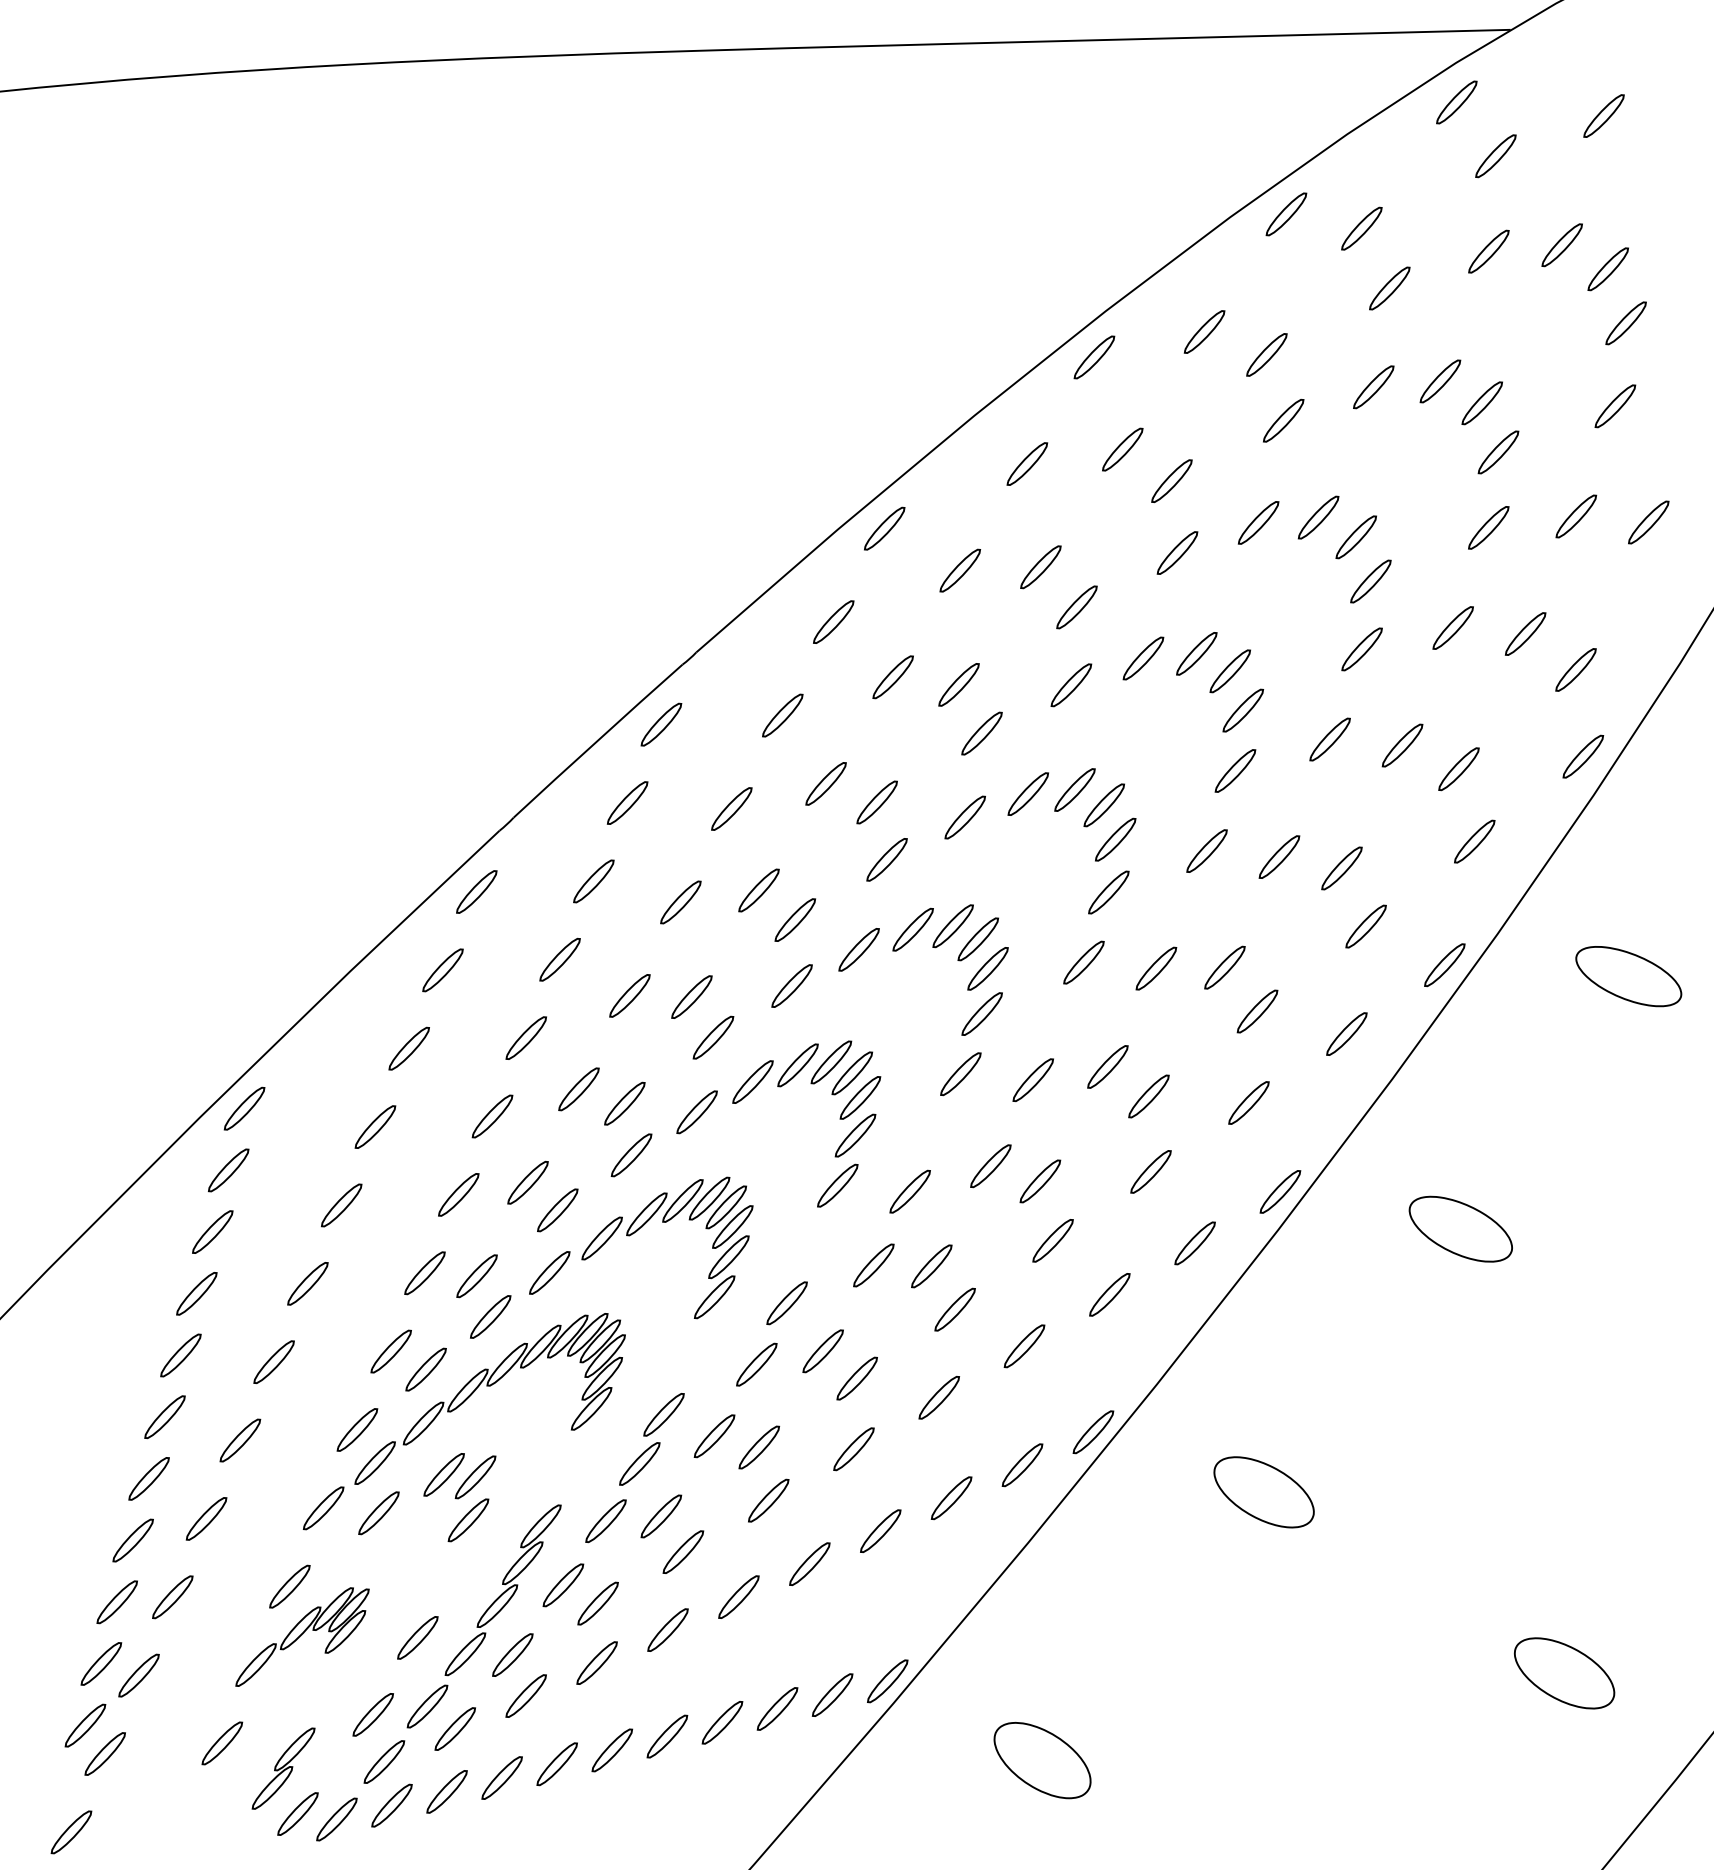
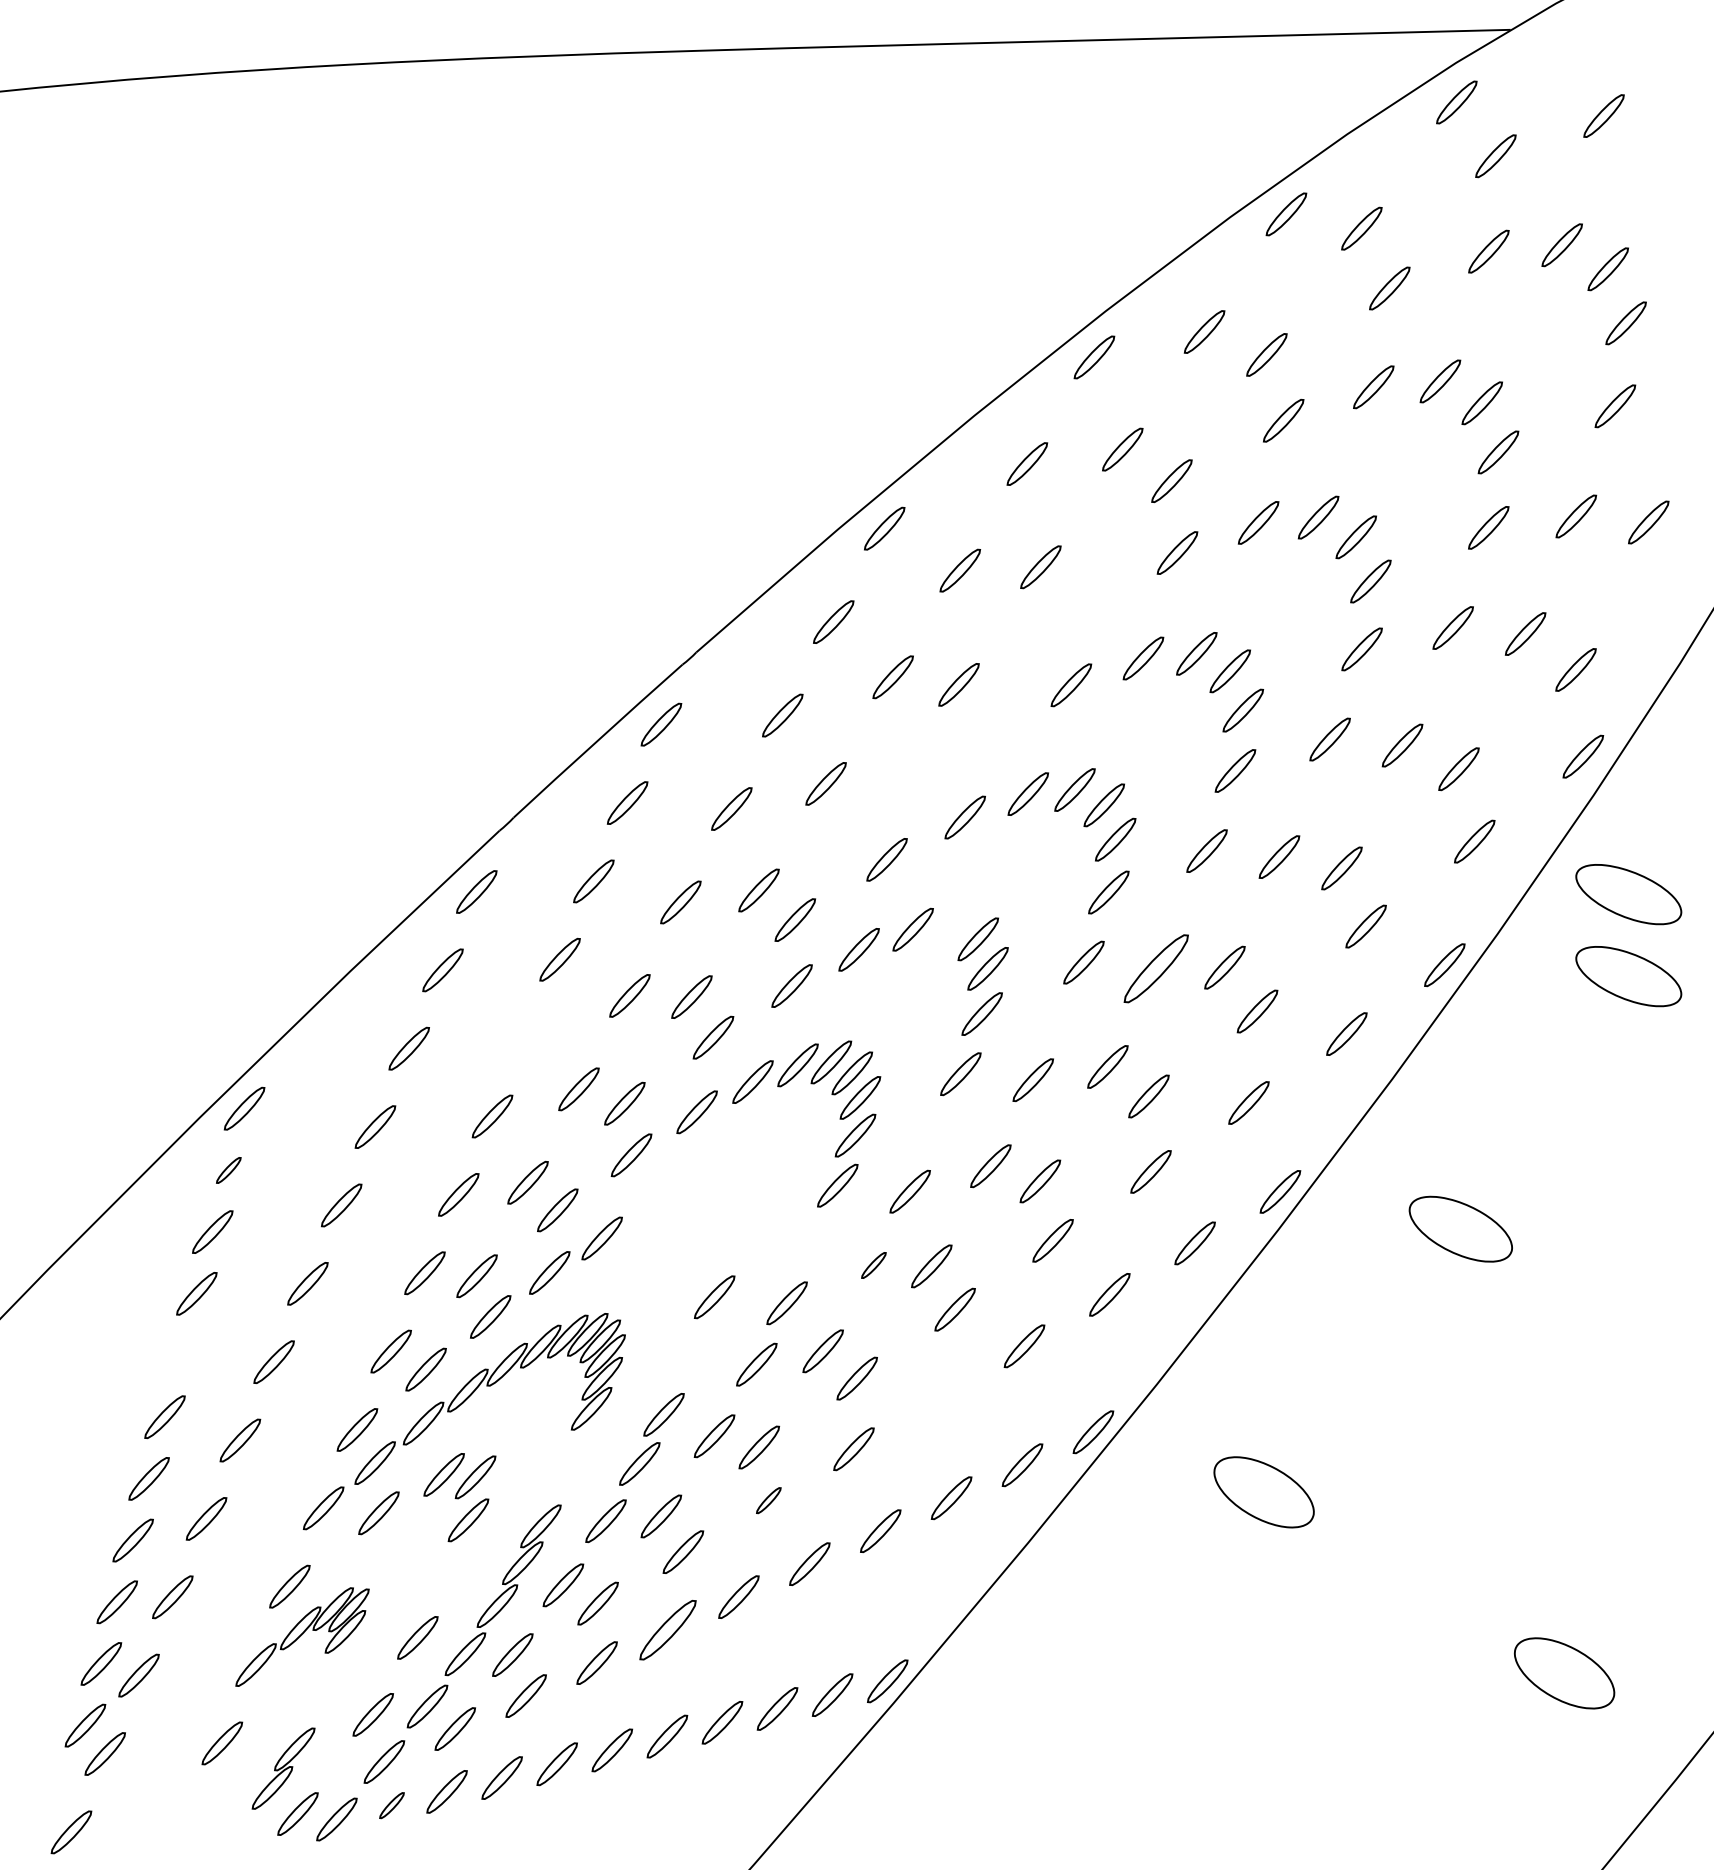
part at (1076, 607): present -> none
part at (981, 733): present -> none
part at (876, 802): present -> none
part at (1628, 894): none -> present
part at (952, 926): present -> none
part at (1156, 968) size: 43x45 px -> 66x70 px
part at (525, 1037): present -> none
part at (228, 1170) size: 42x45 px -> 26x27 px
part at (689, 1220): present -> none
part at (873, 1265) size: 42x45 px -> 26x27 px
part at (180, 1355): present -> none
part at (938, 1397): present -> none
part at (768, 1500) size: 42x45 px -> 26x28 px
part at (667, 1629) size: 42x44 px -> 58x62 px
part at (1042, 1760): present -> none
part at (391, 1805) size: 42x45 px -> 26x28 px
